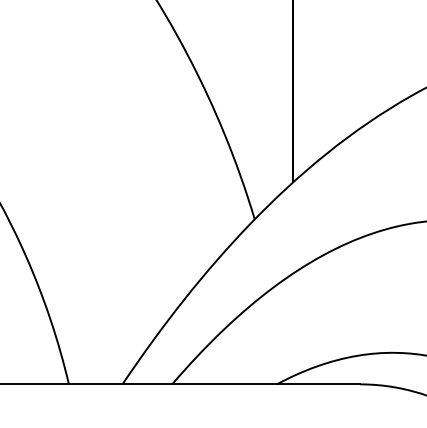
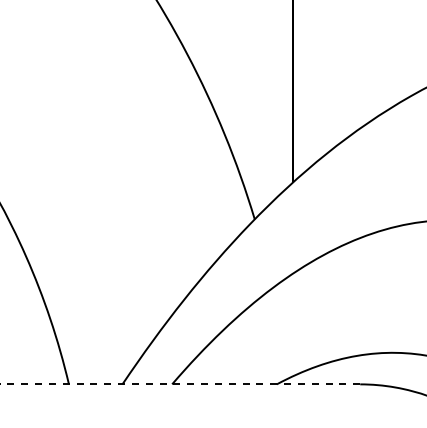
line at (180, 384): solid -> dashed
